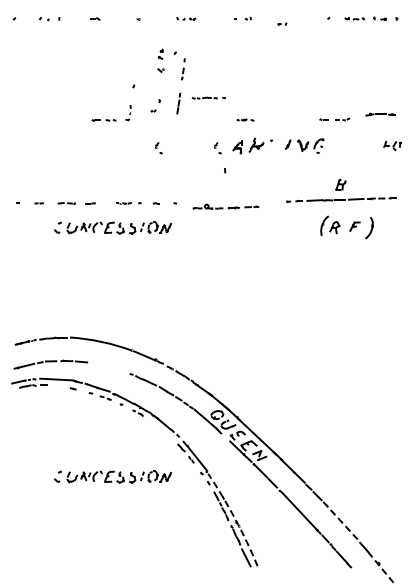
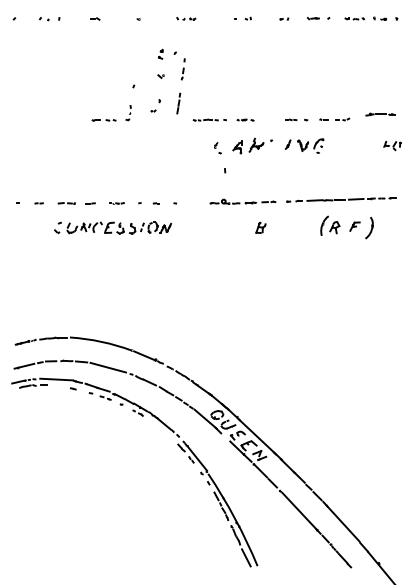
part at (313, 18): none -> present
part at (282, 23) position: (282, 23) -> (284, 18)
part at (160, 70) position: (160, 70) -> (160, 76)
part at (208, 97) position: (208, 97) -> (209, 119)
part at (296, 119): none -> present
part at (158, 148): present -> none
part at (340, 184) position: (340, 184) -> (260, 227)
line at (123, 203) position: (123, 203) -> (116, 203)
part at (225, 206) position: (225, 206) -> (242, 201)
line at (108, 367): none -> present
part at (113, 476): present -> none
arc at (235, 518): dashed -> solid
line at (341, 521): dashed -> solid
line at (381, 568): dashed -> solid
